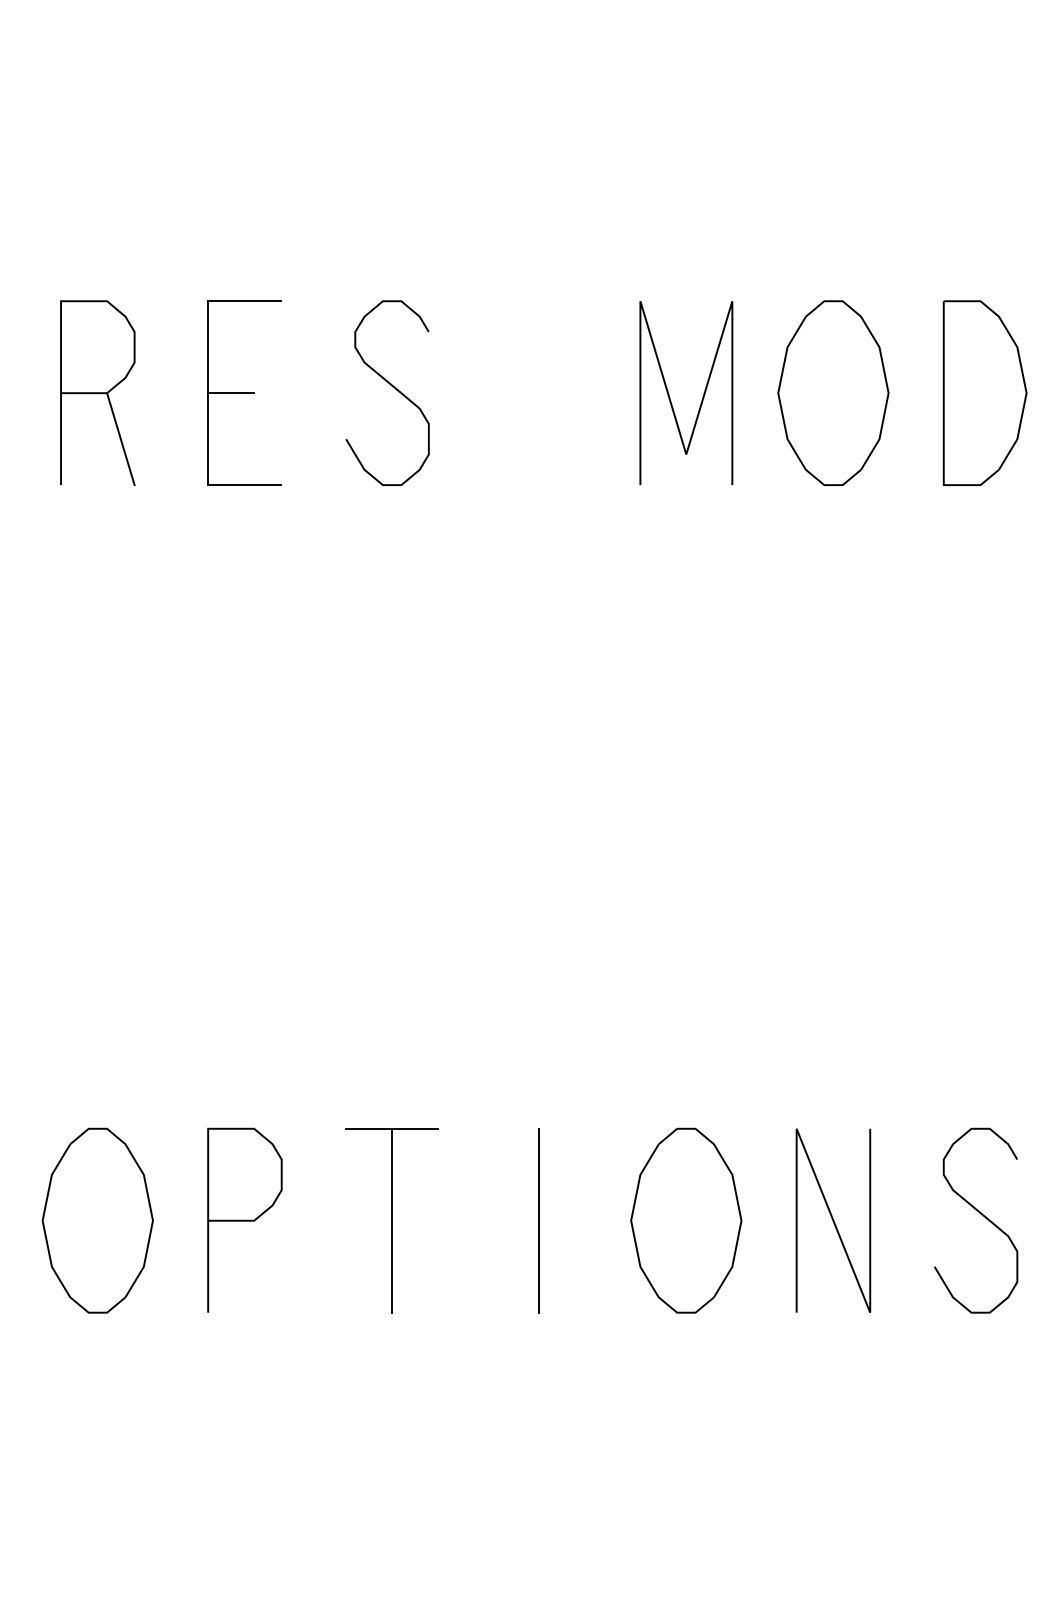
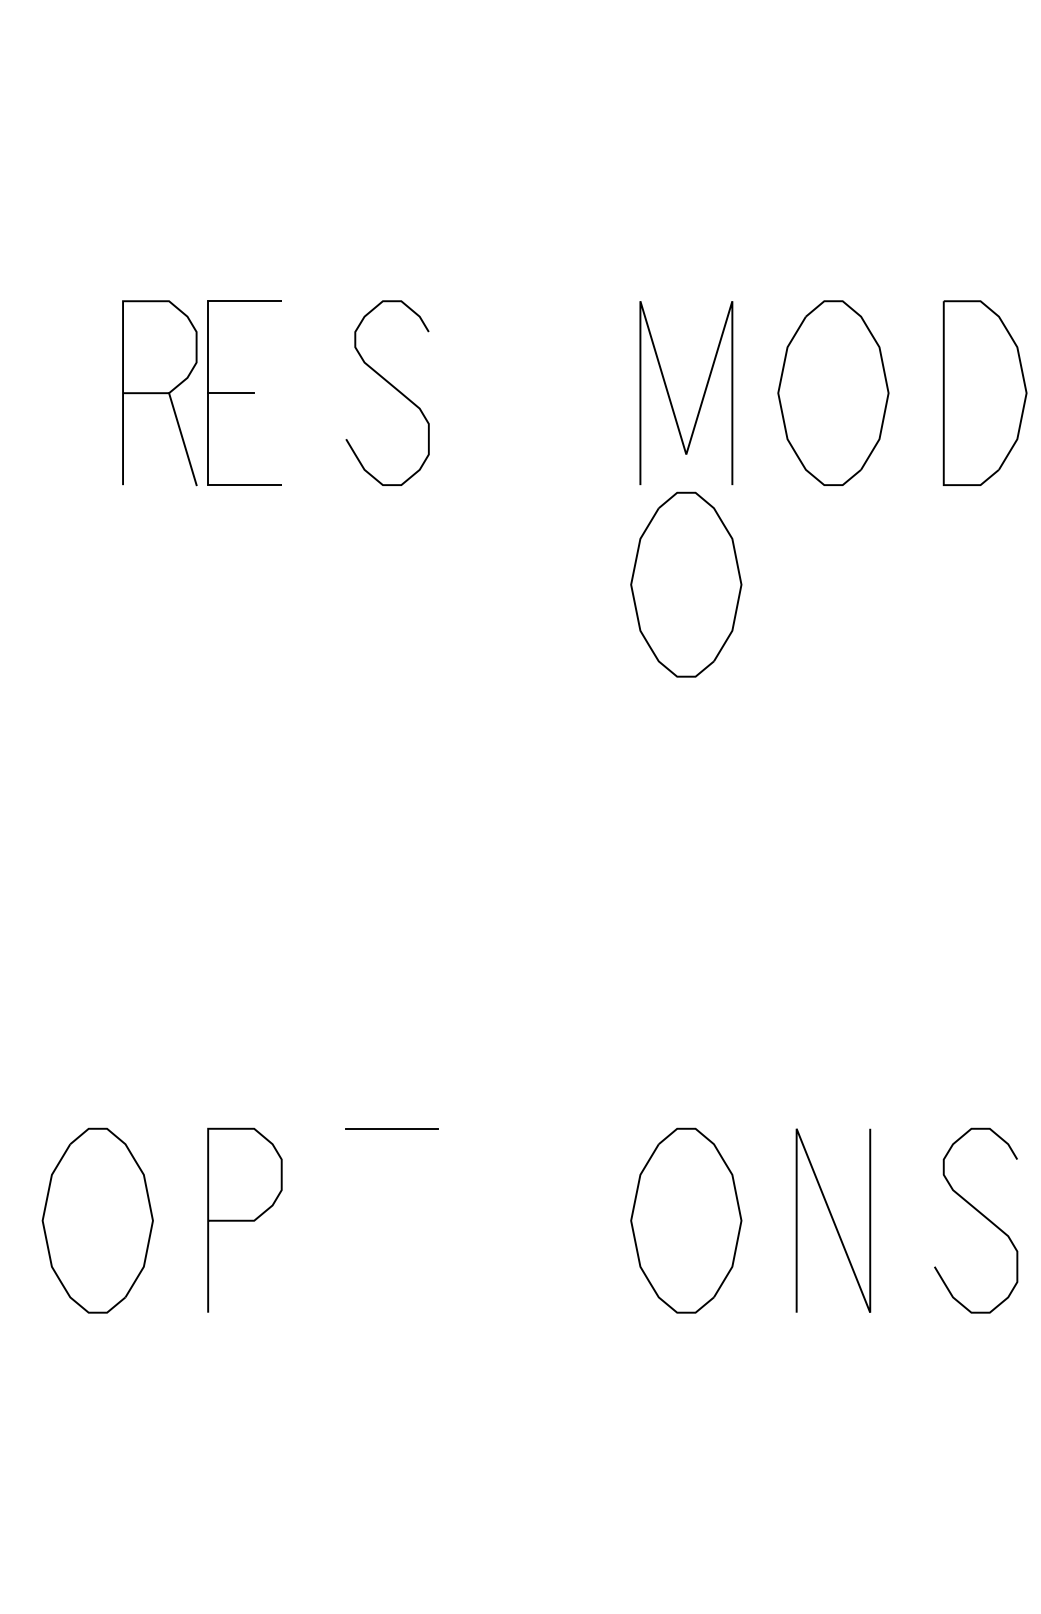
part at (97, 393) position: (97, 393) -> (159, 393)
part at (686, 584): none -> present
line at (392, 1220): present -> none
line at (539, 1220): present -> none
